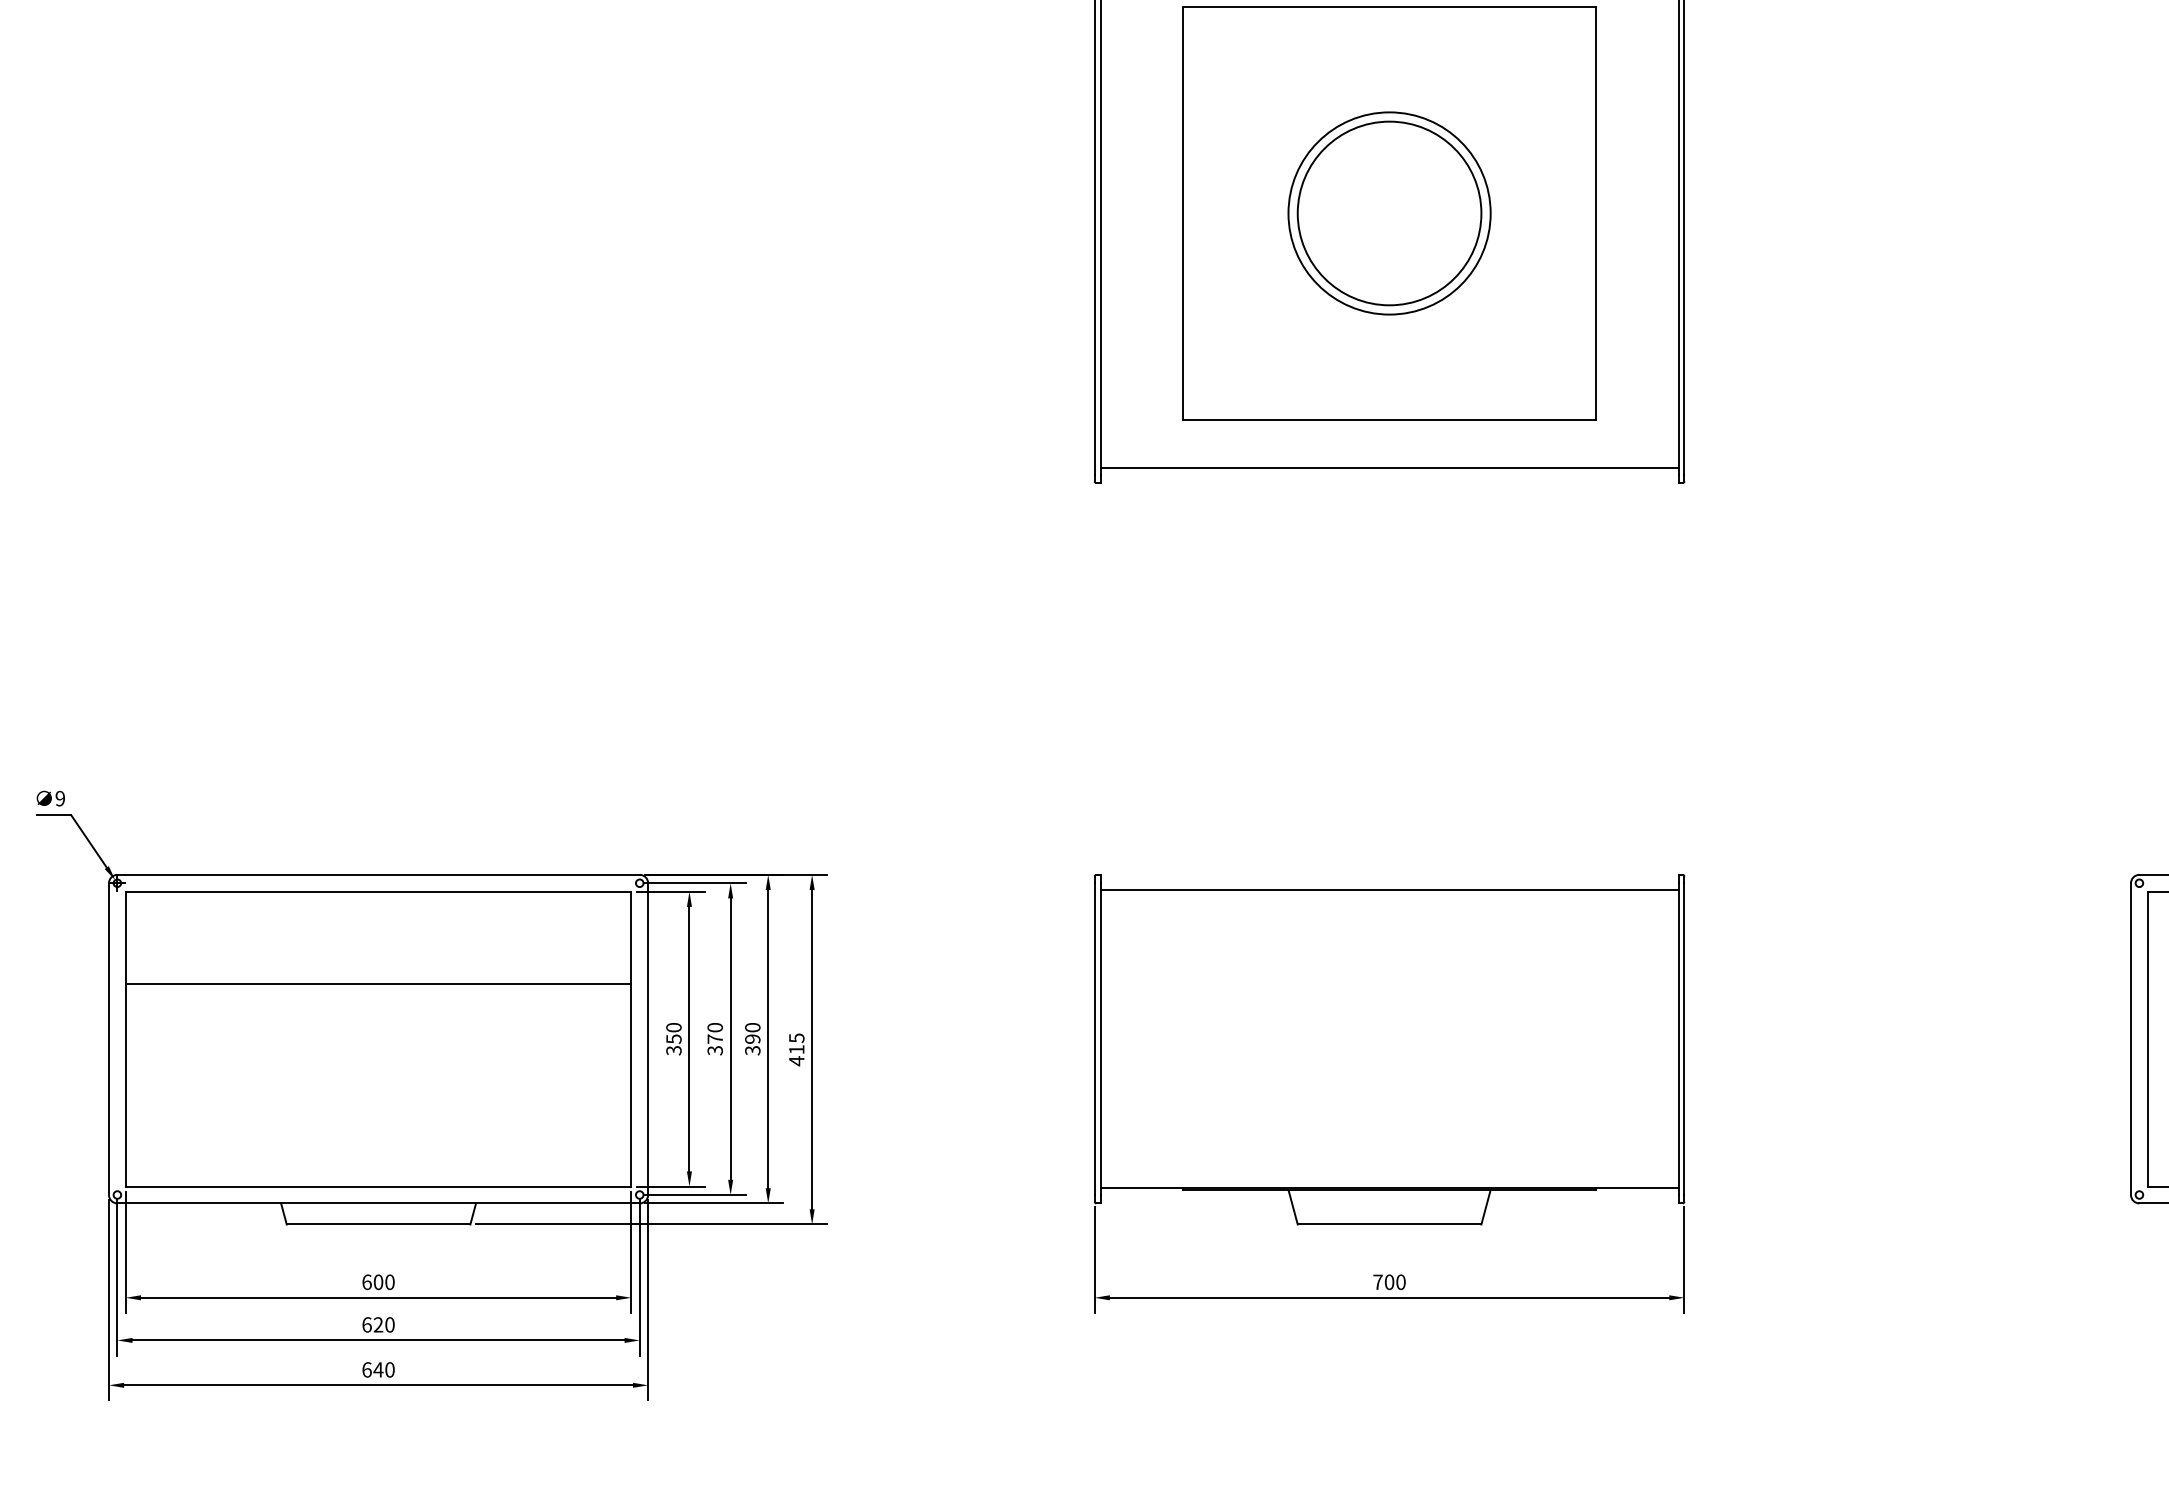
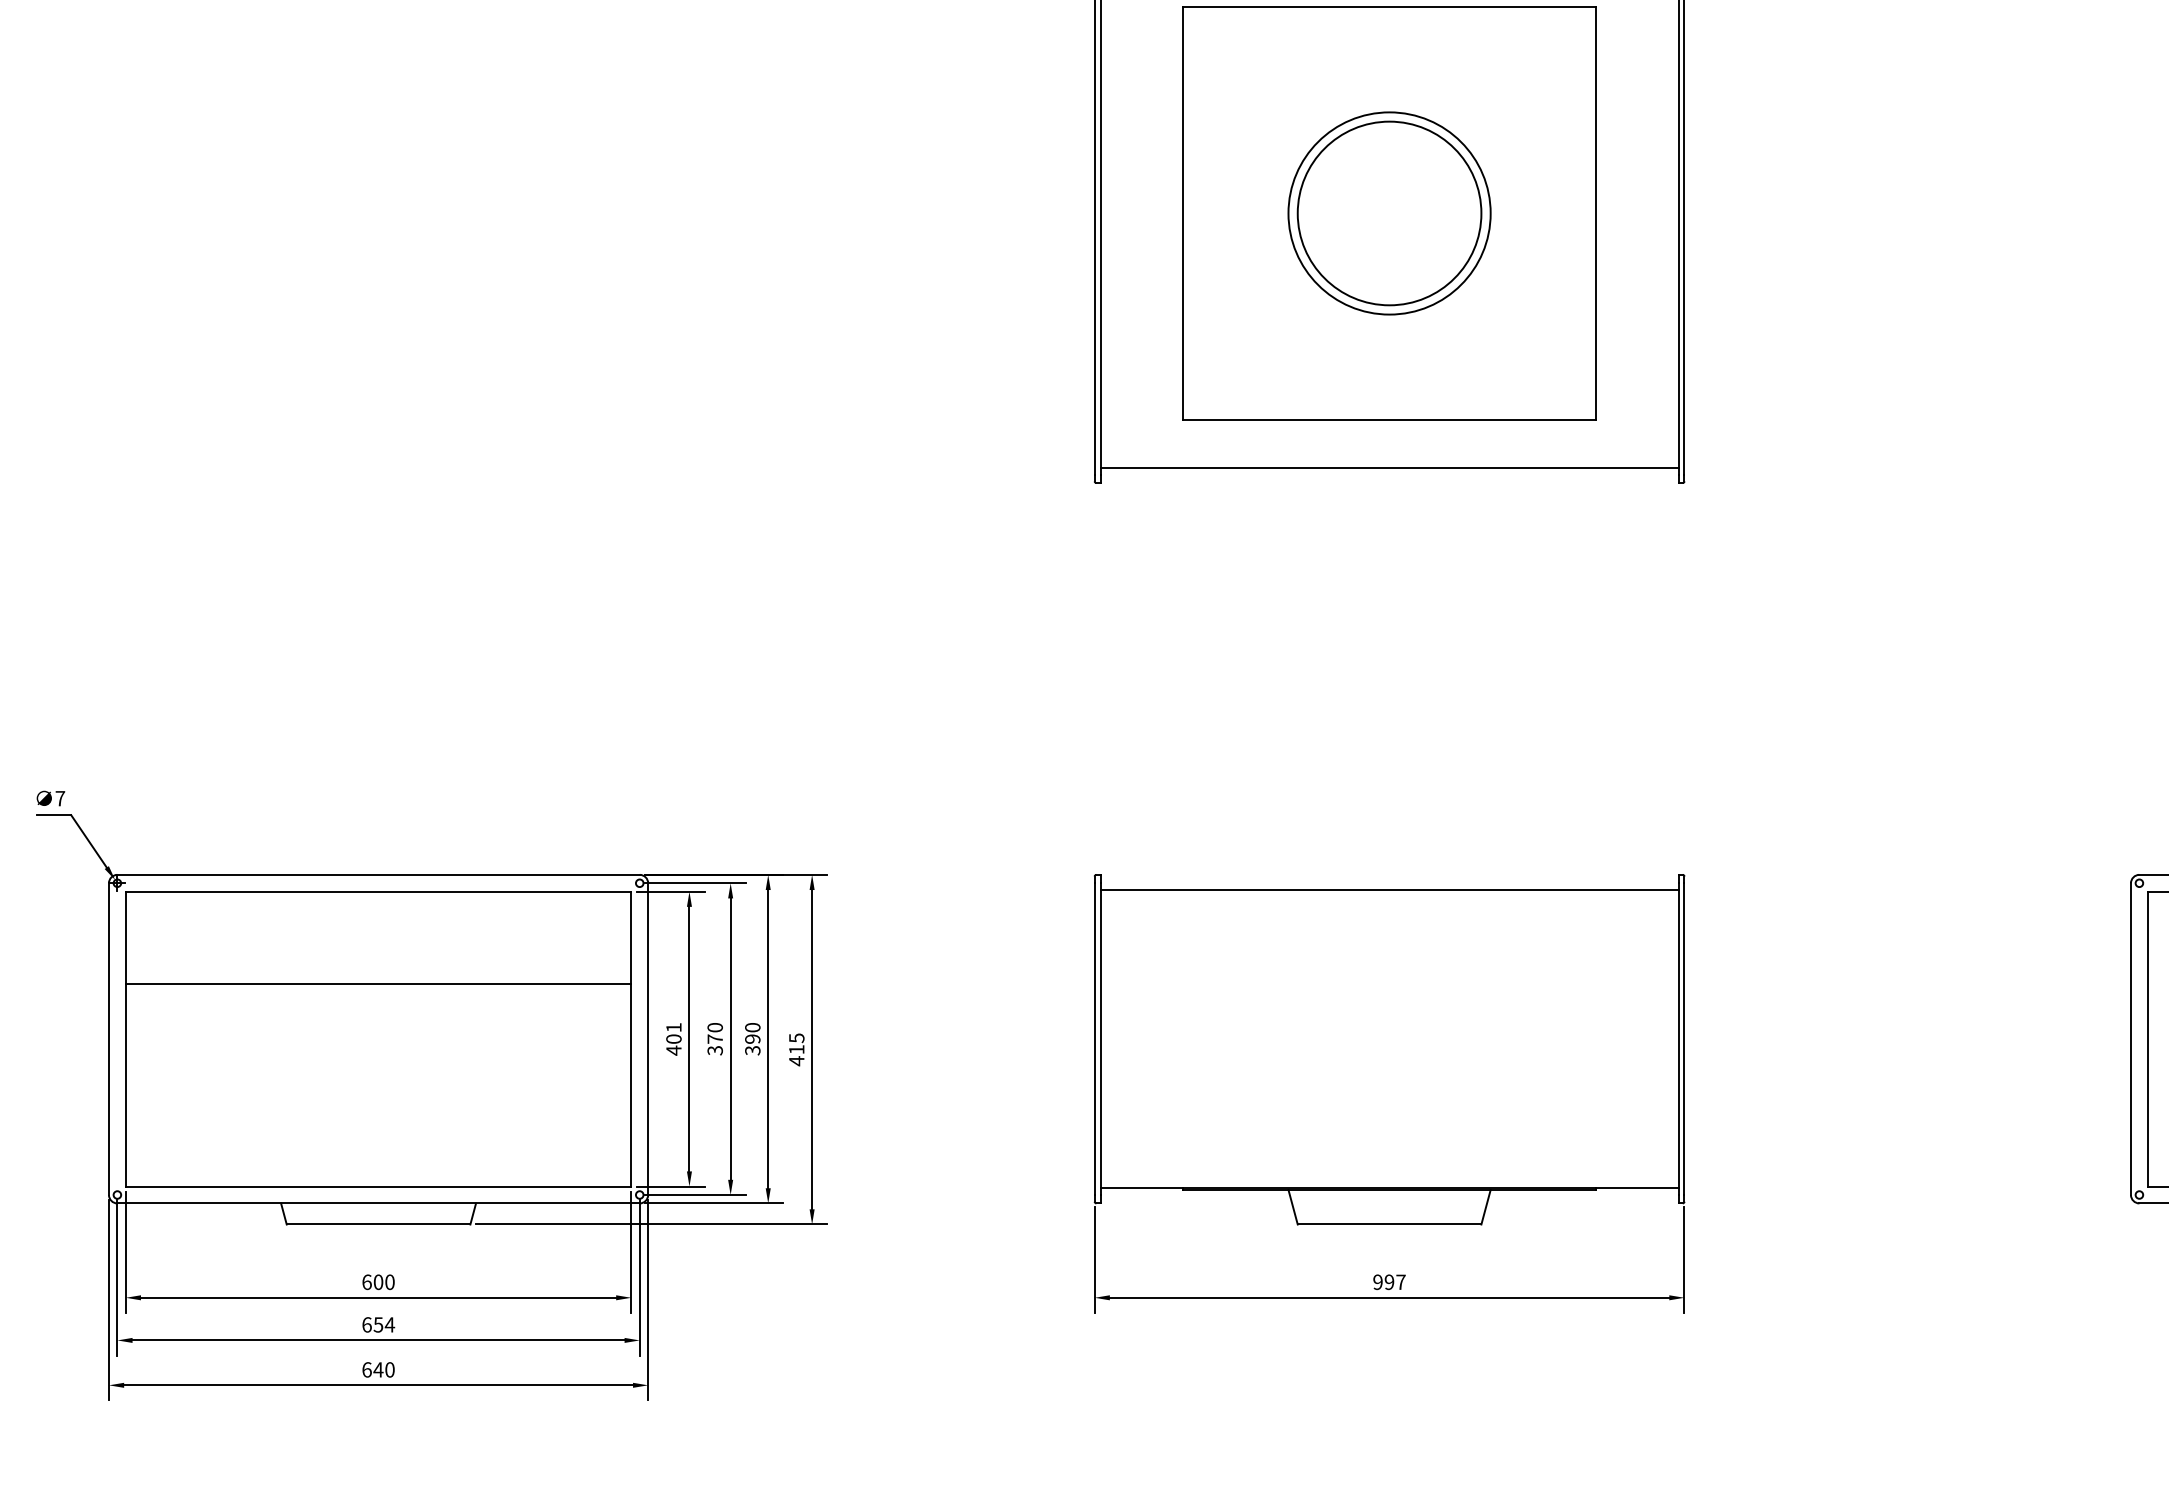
text at (60, 798): 9 -> 7
text at (673, 1039): 350 -> 401
text at (1389, 1282): 700 -> 997
text at (384, 1324): 620 -> 654
